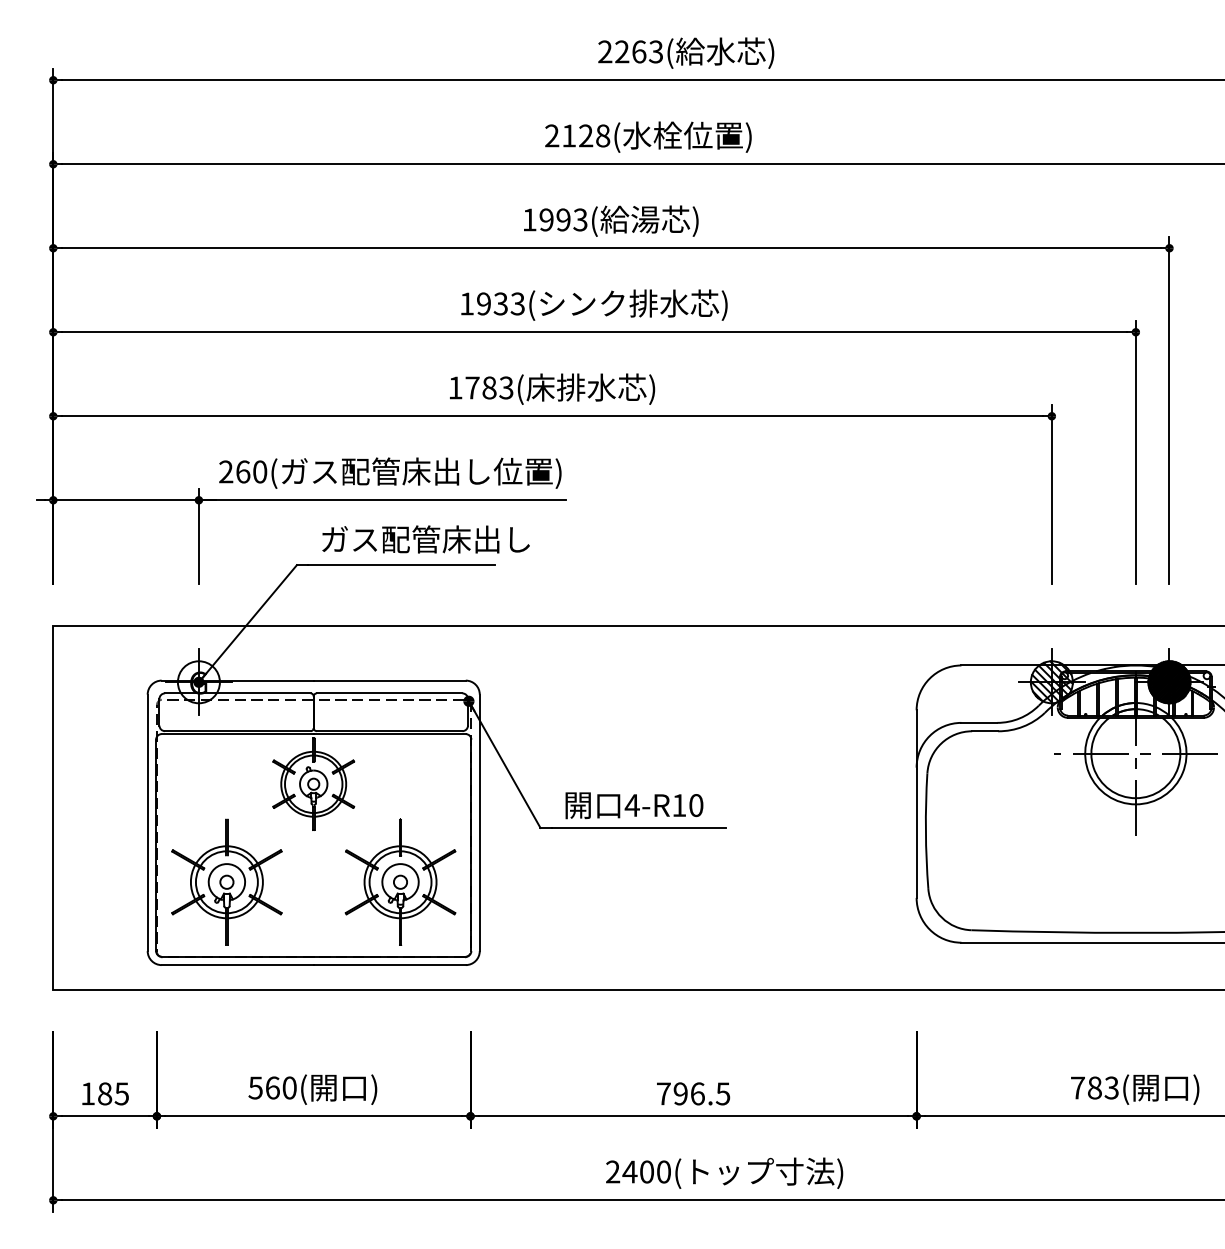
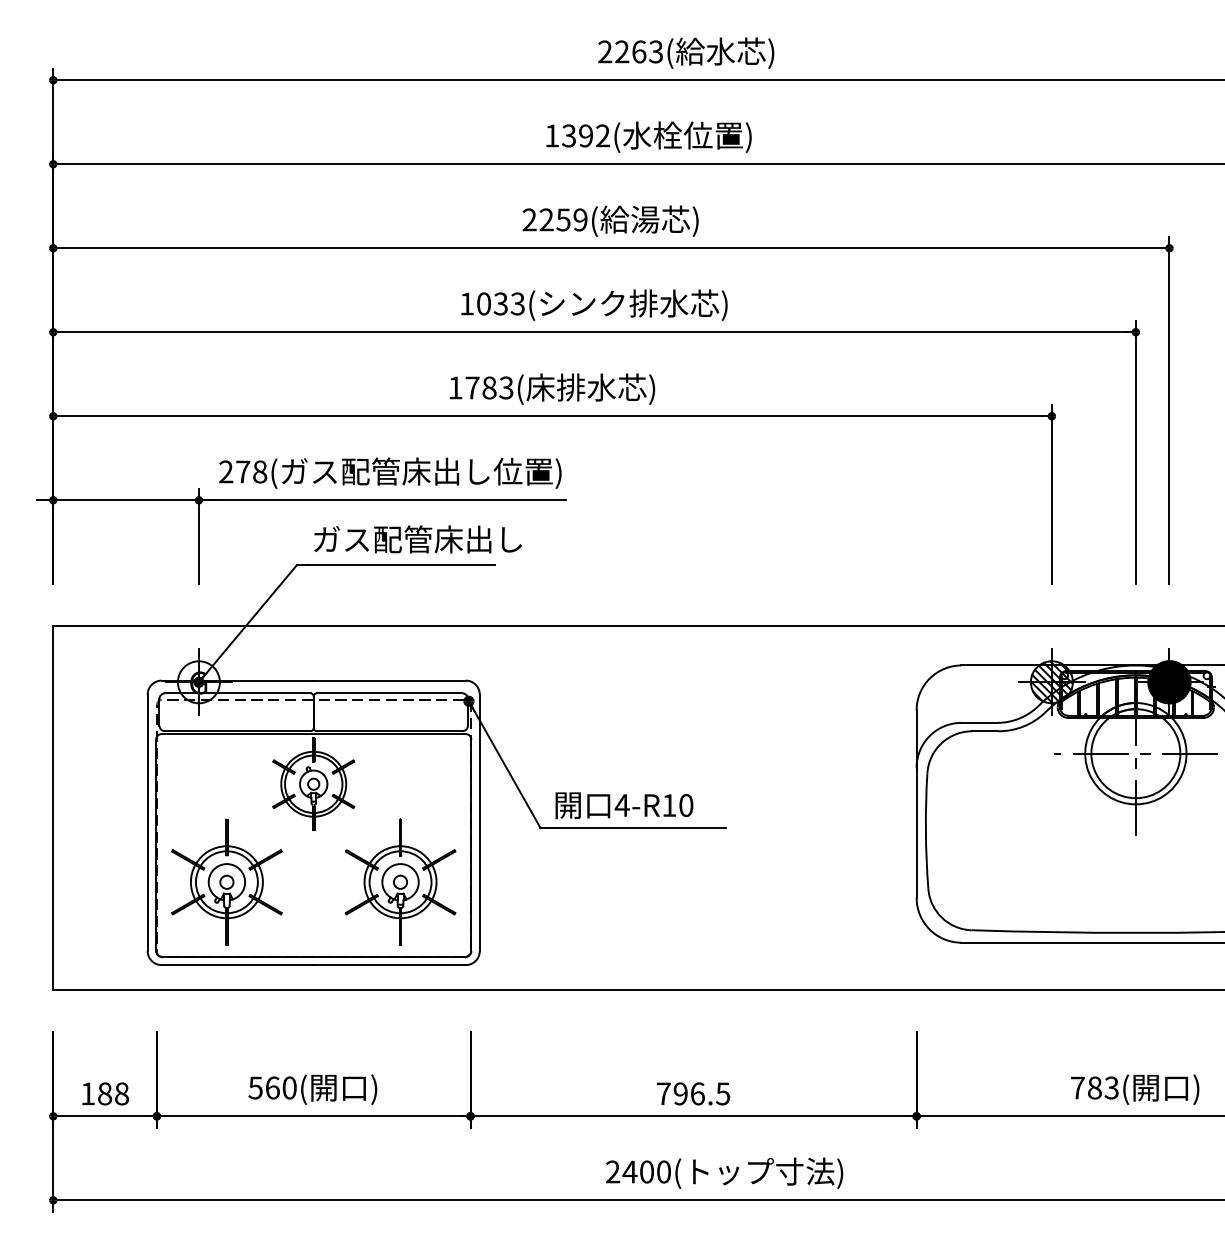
text at (577, 135): 2128( -> 1392(
text at (554, 219): 1993 -> 2259
text at (483, 303): 1933 -> 1033
text at (251, 471): 260 -> 278
text at (425, 539) position: (425, 539) -> (417, 539)
text at (634, 805) position: (634, 805) -> (624, 805)
text at (121, 1093): 185 -> 188
